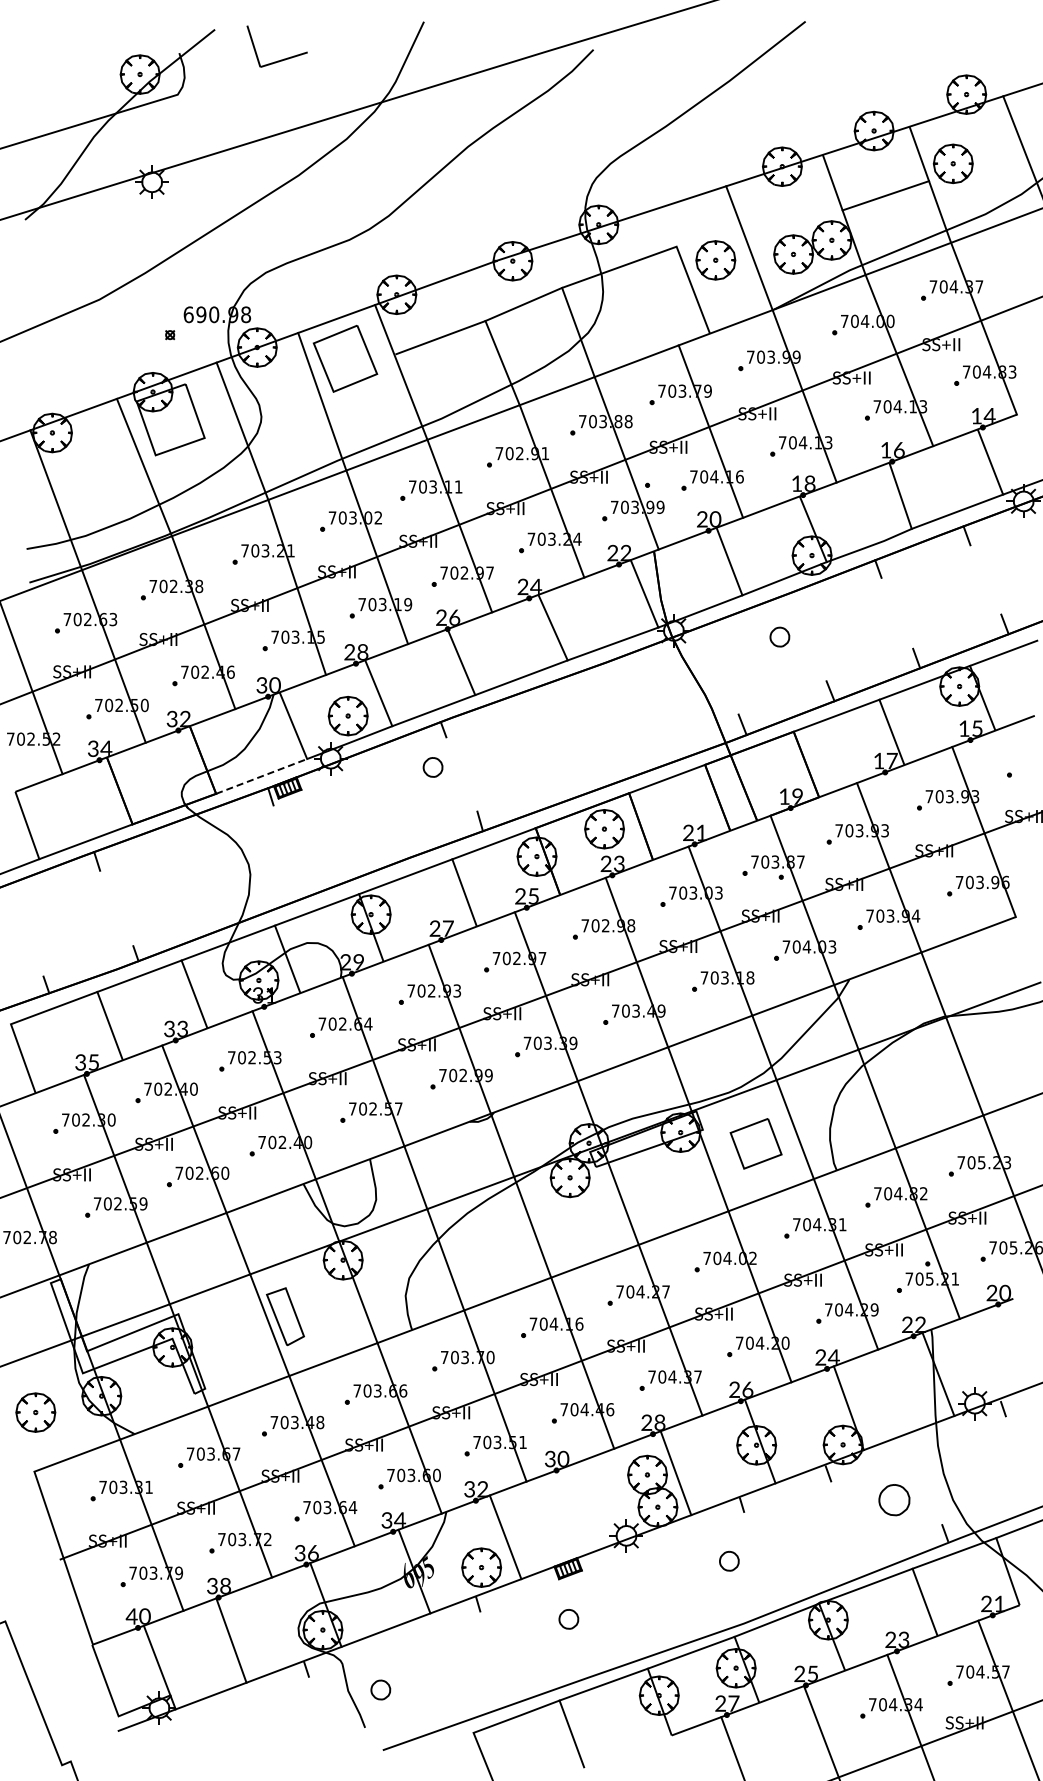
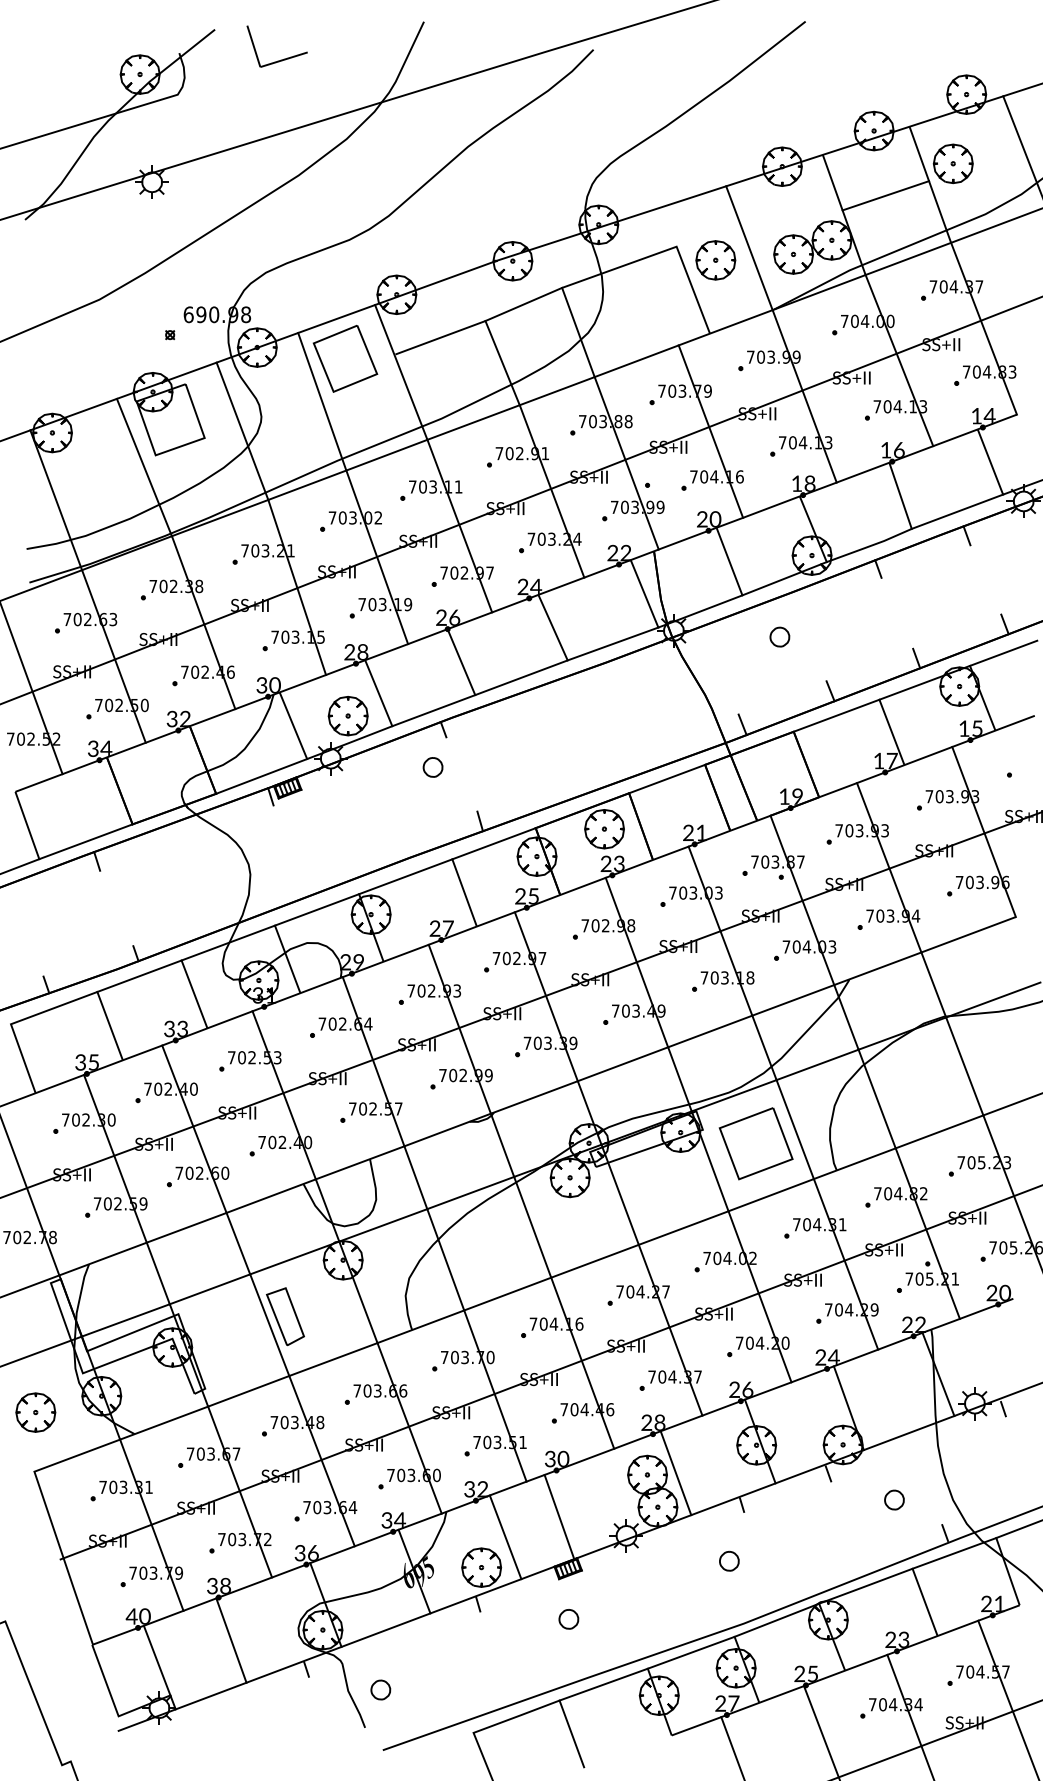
line at (261, 776): dashed -> solid
part at (755, 1143) size: 54x52 px -> 76x74 px
part at (894, 1500) size: 33x33 px -> 21x22 px
line at (559, 1516): none -> present
